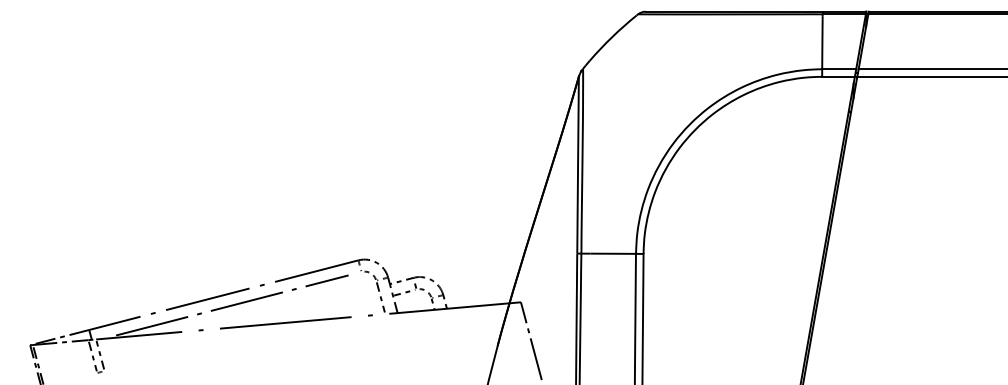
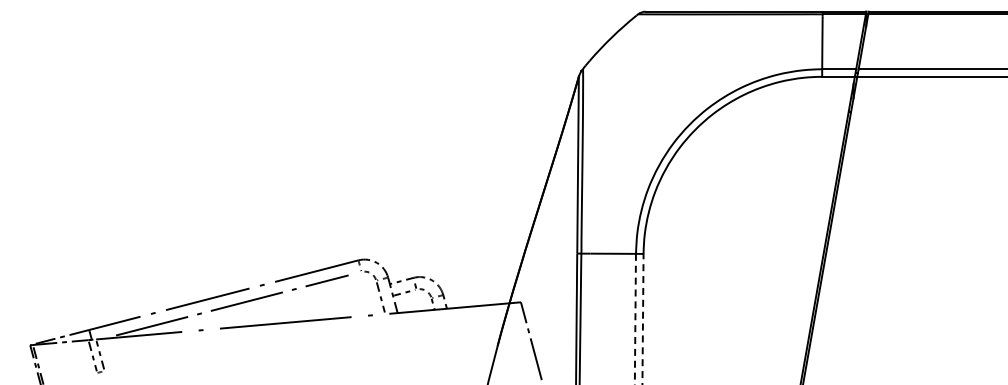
line at (643, 318): solid -> dashed
line at (635, 319): solid -> dashed
